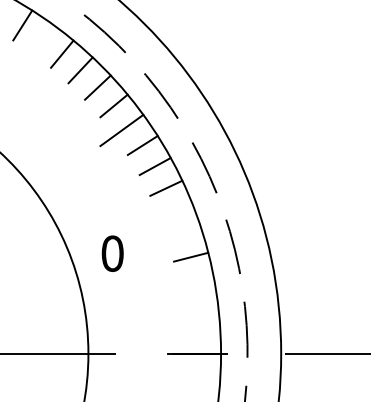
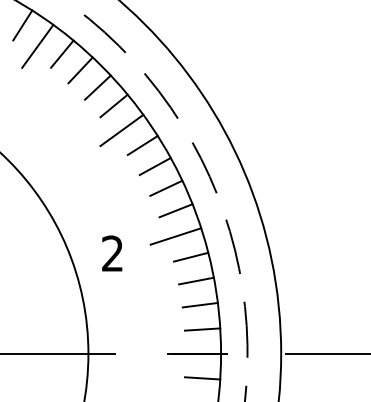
line at (37, 45): none -> present
line at (175, 210): none -> present
line at (175, 236): none -> present
text at (112, 253): 0 -> 2
line at (196, 280): none -> present
line at (199, 304): none -> present
line at (202, 329): none -> present
line at (202, 378): none -> present
